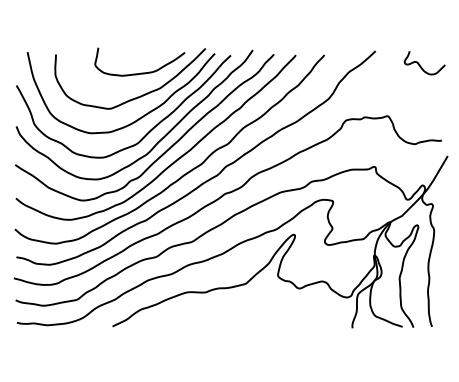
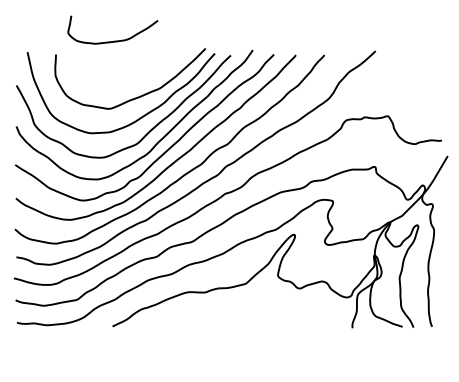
curve at (420, 64): present -> none
curve at (140, 72) position: (140, 72) -> (113, 40)
